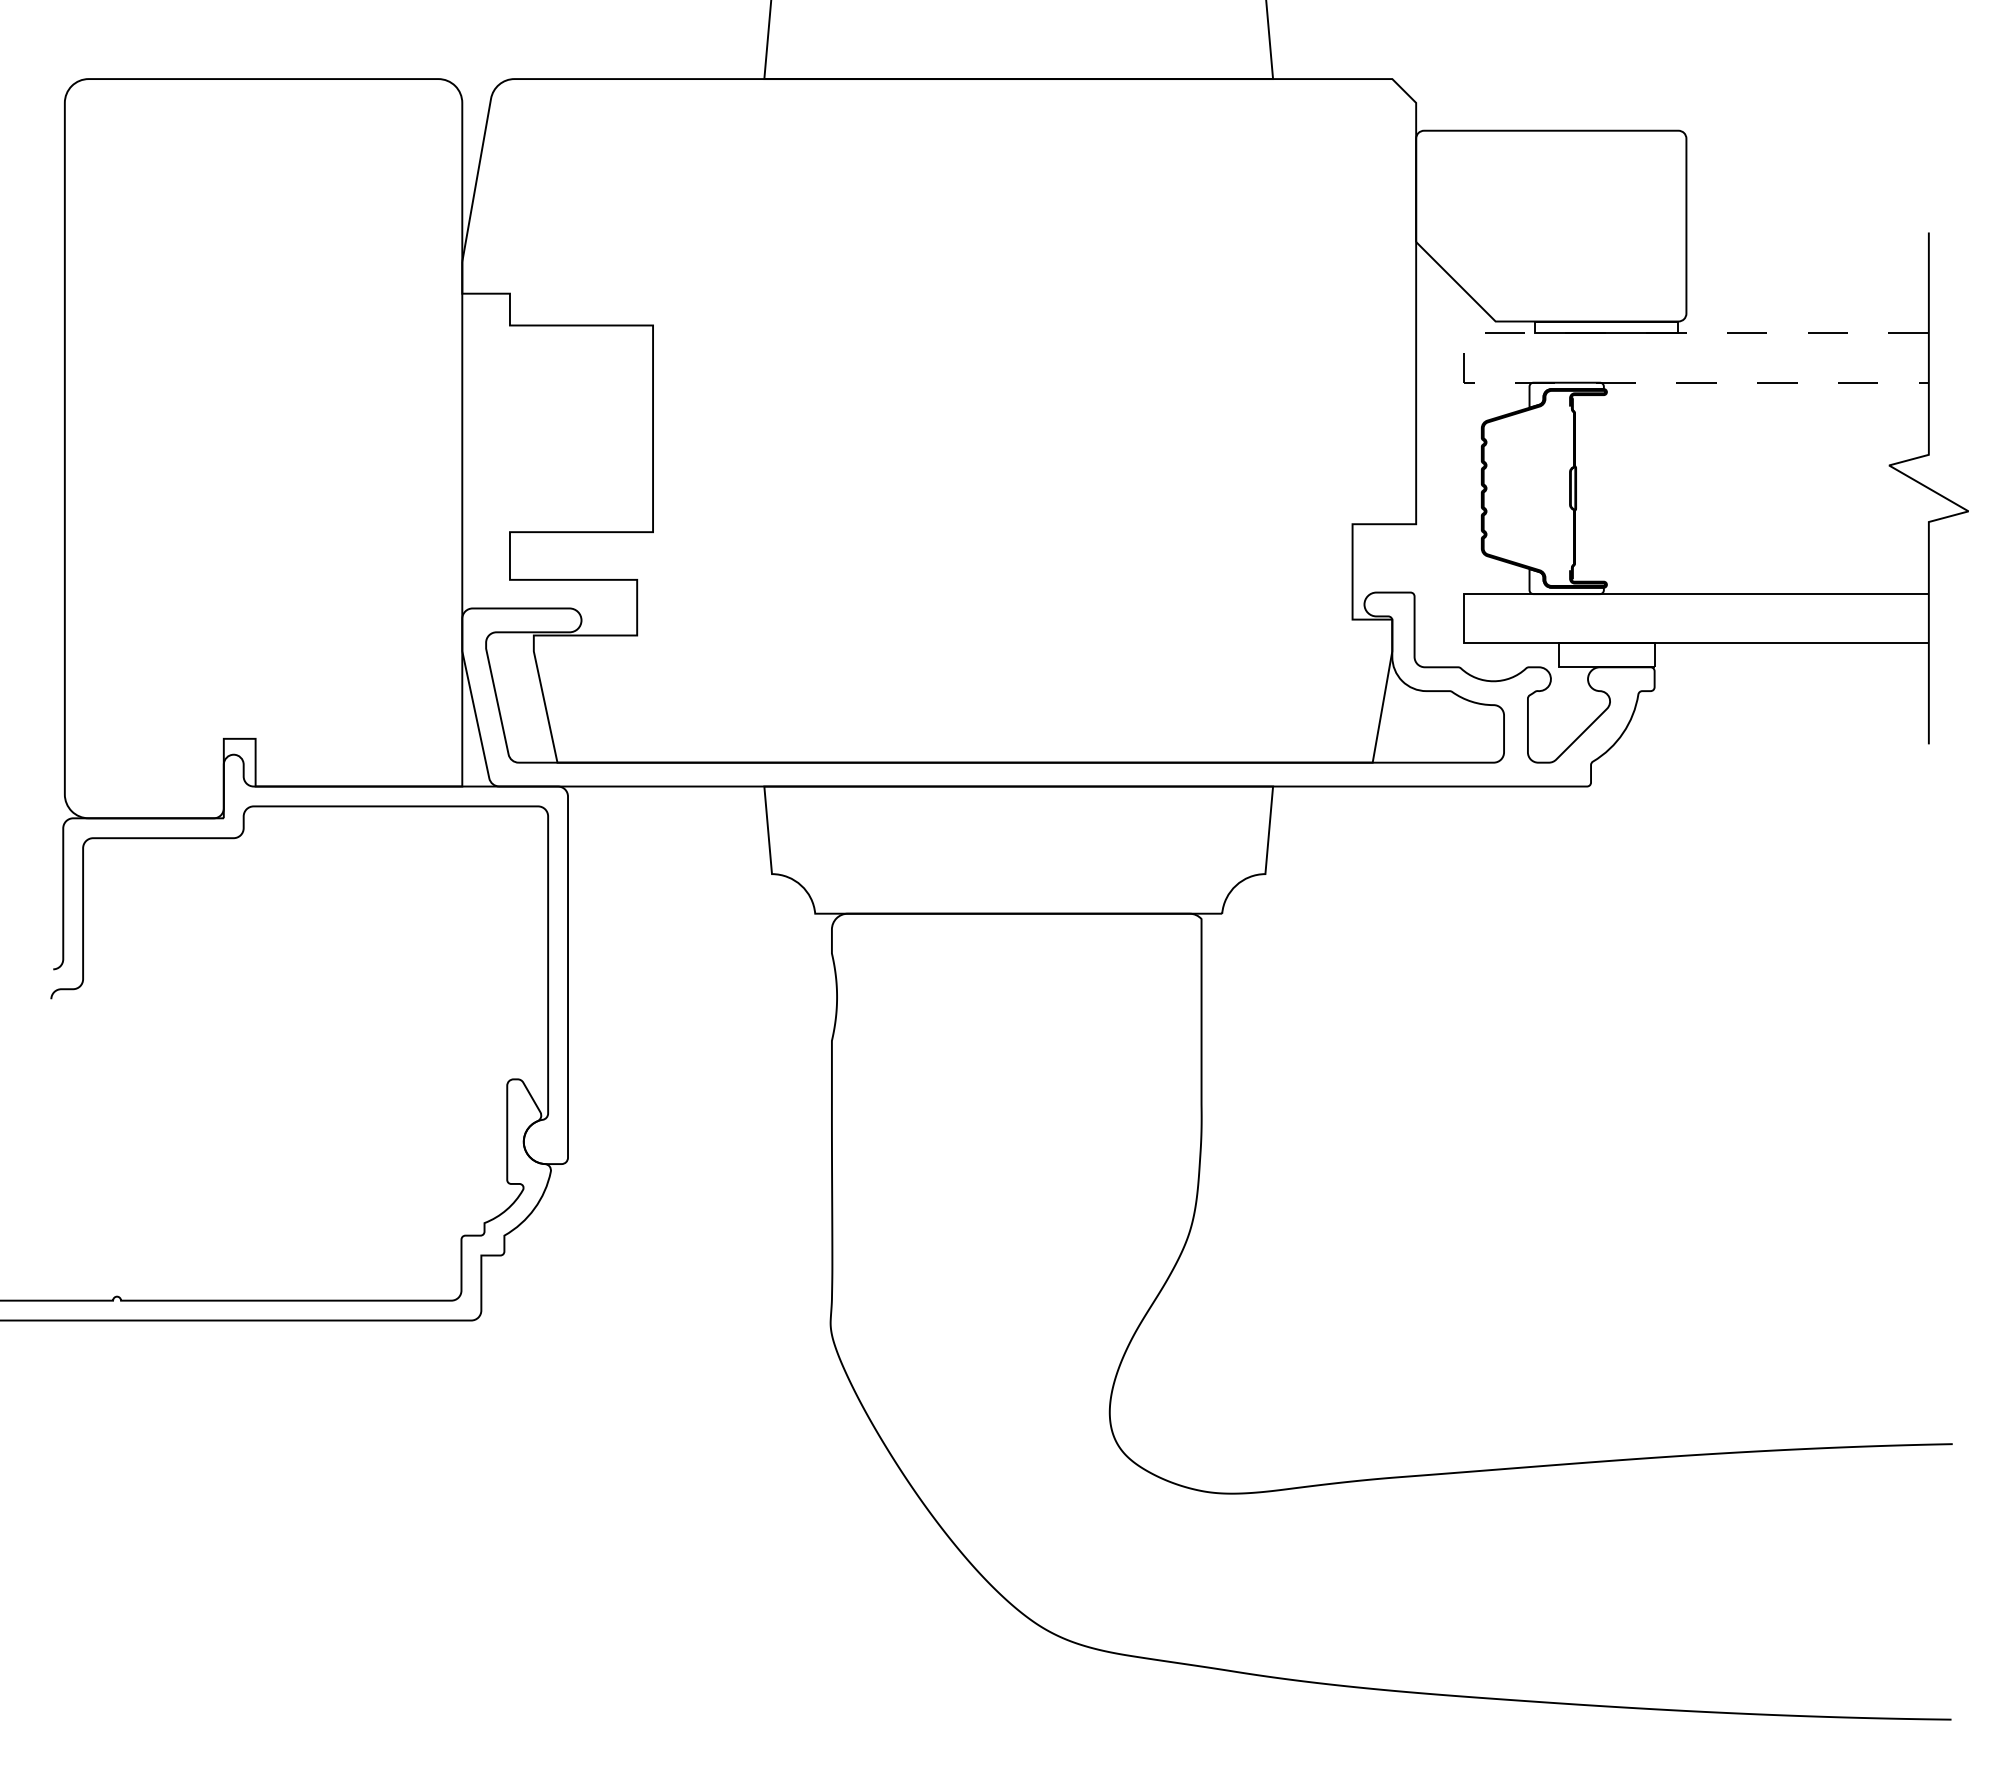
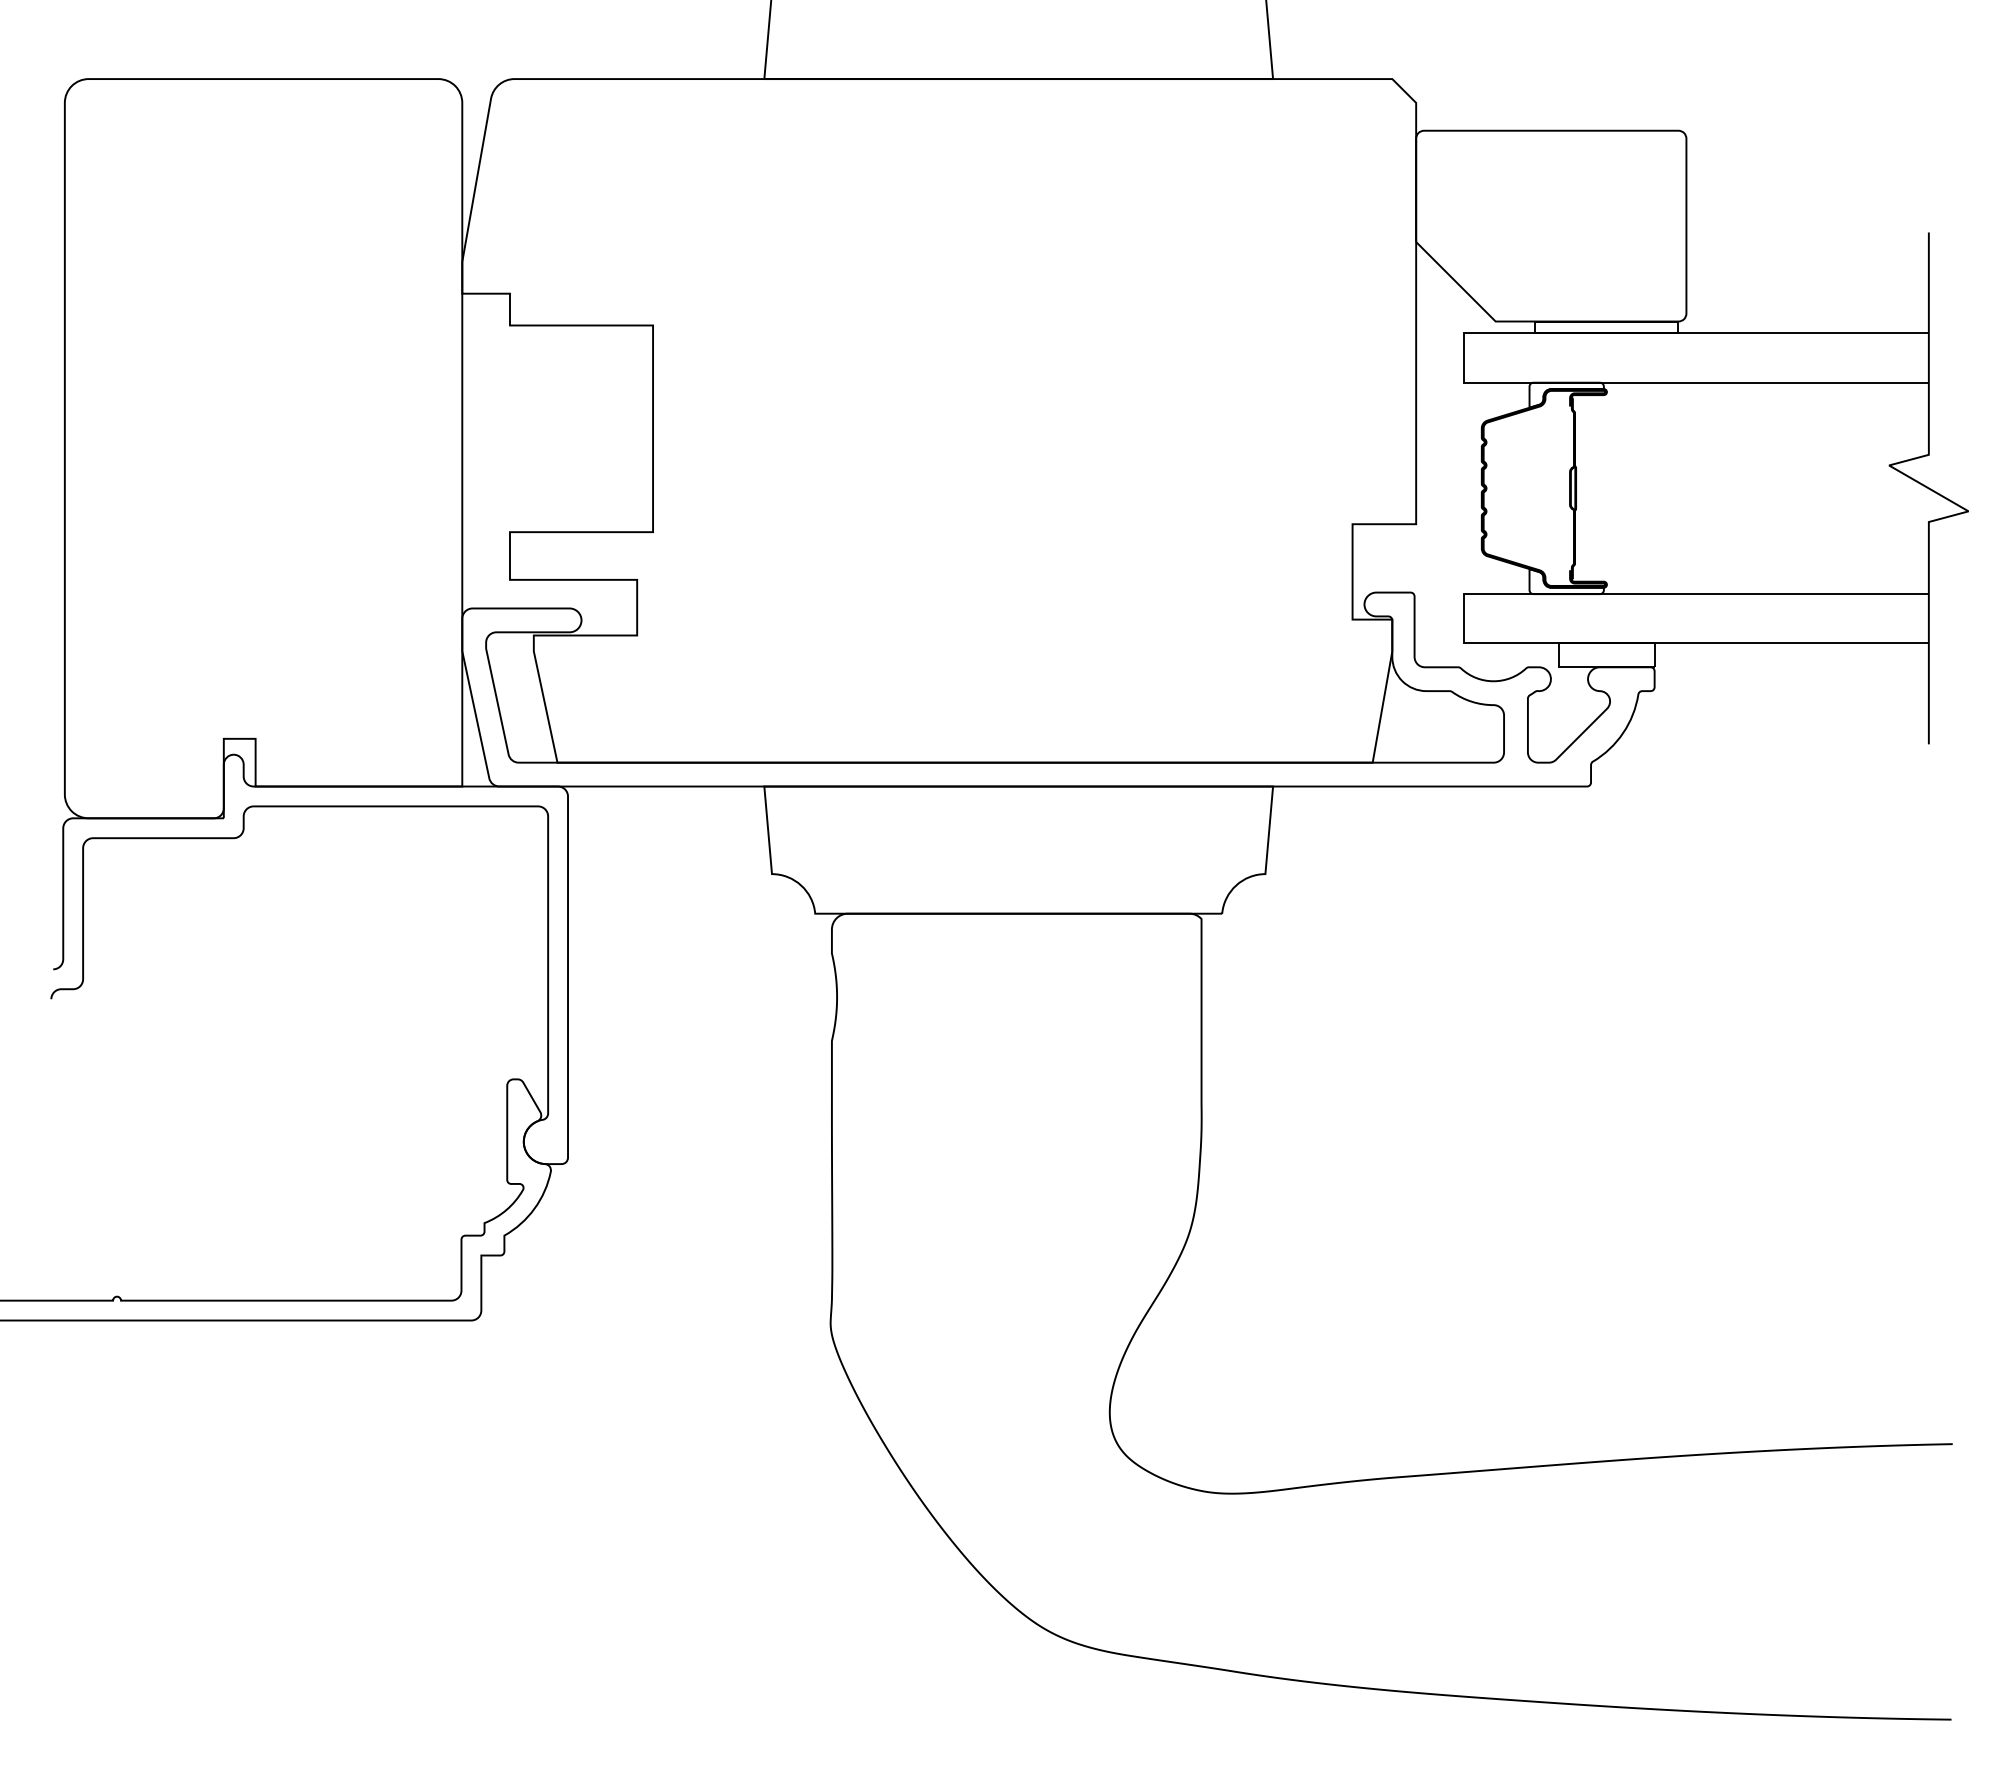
line at (1463, 358): dashed -> solid
